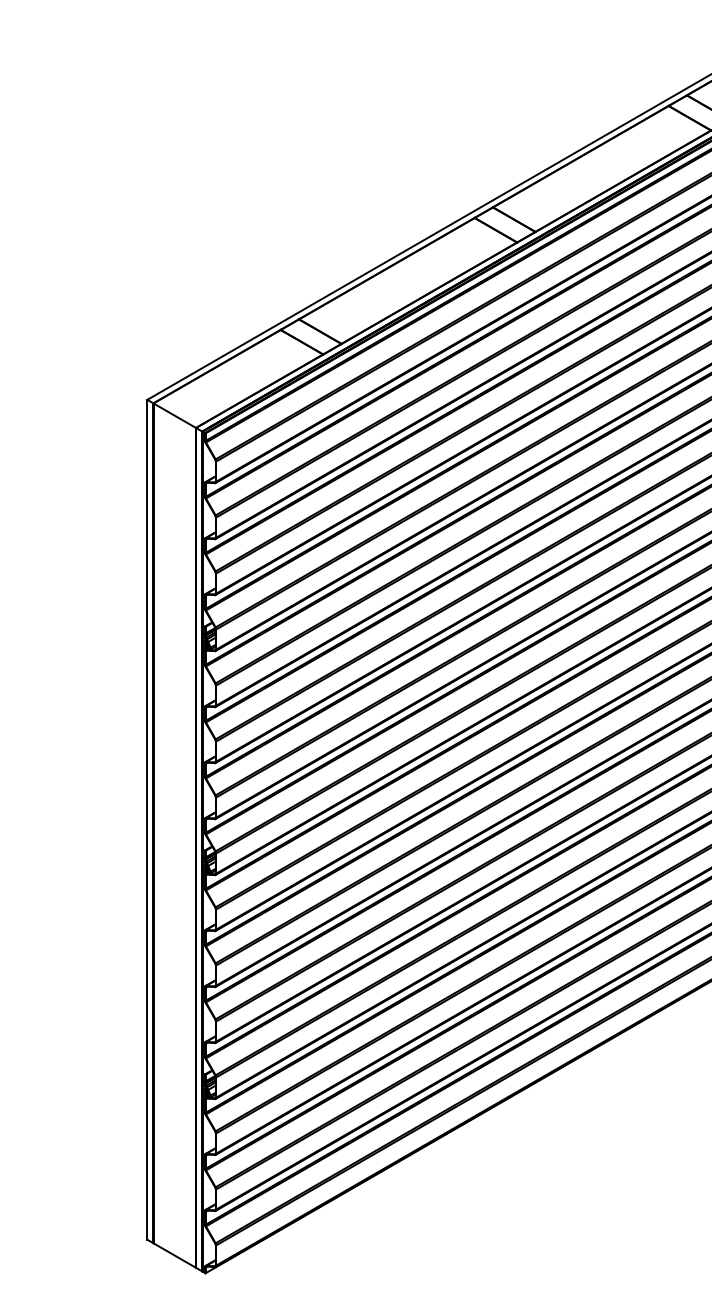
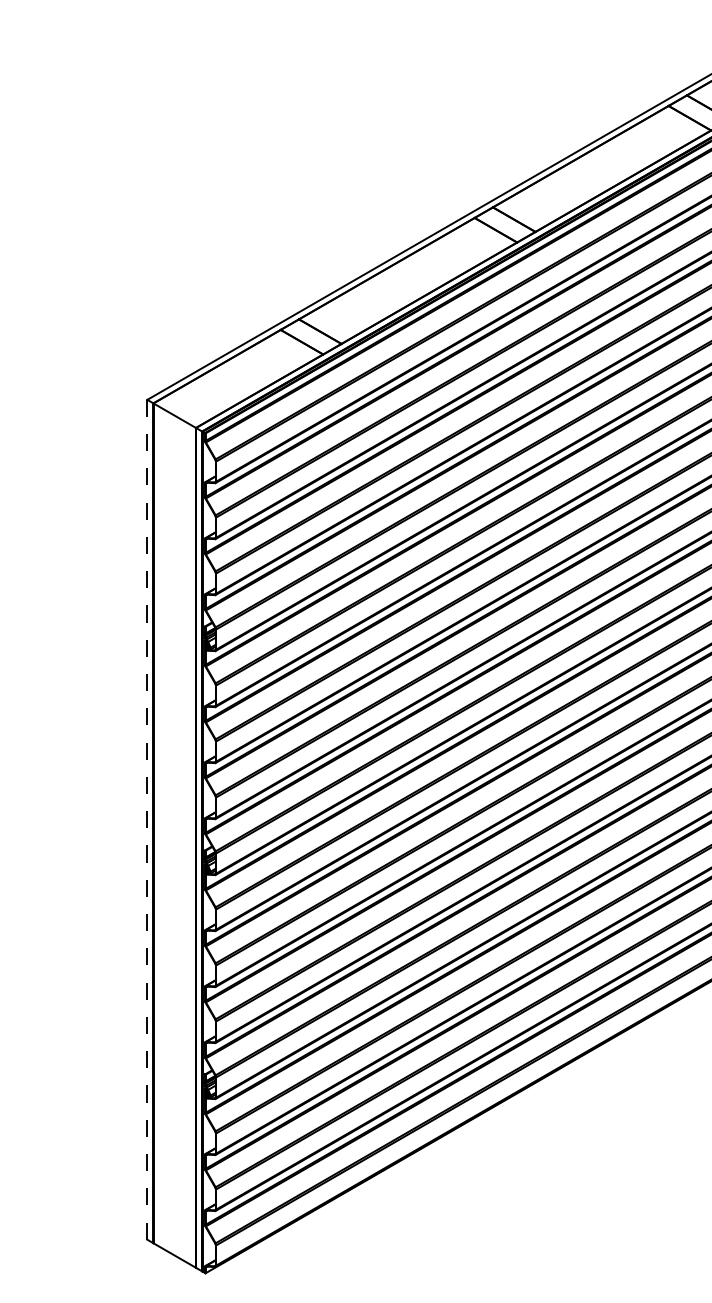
line at (147, 819): solid -> dashed
